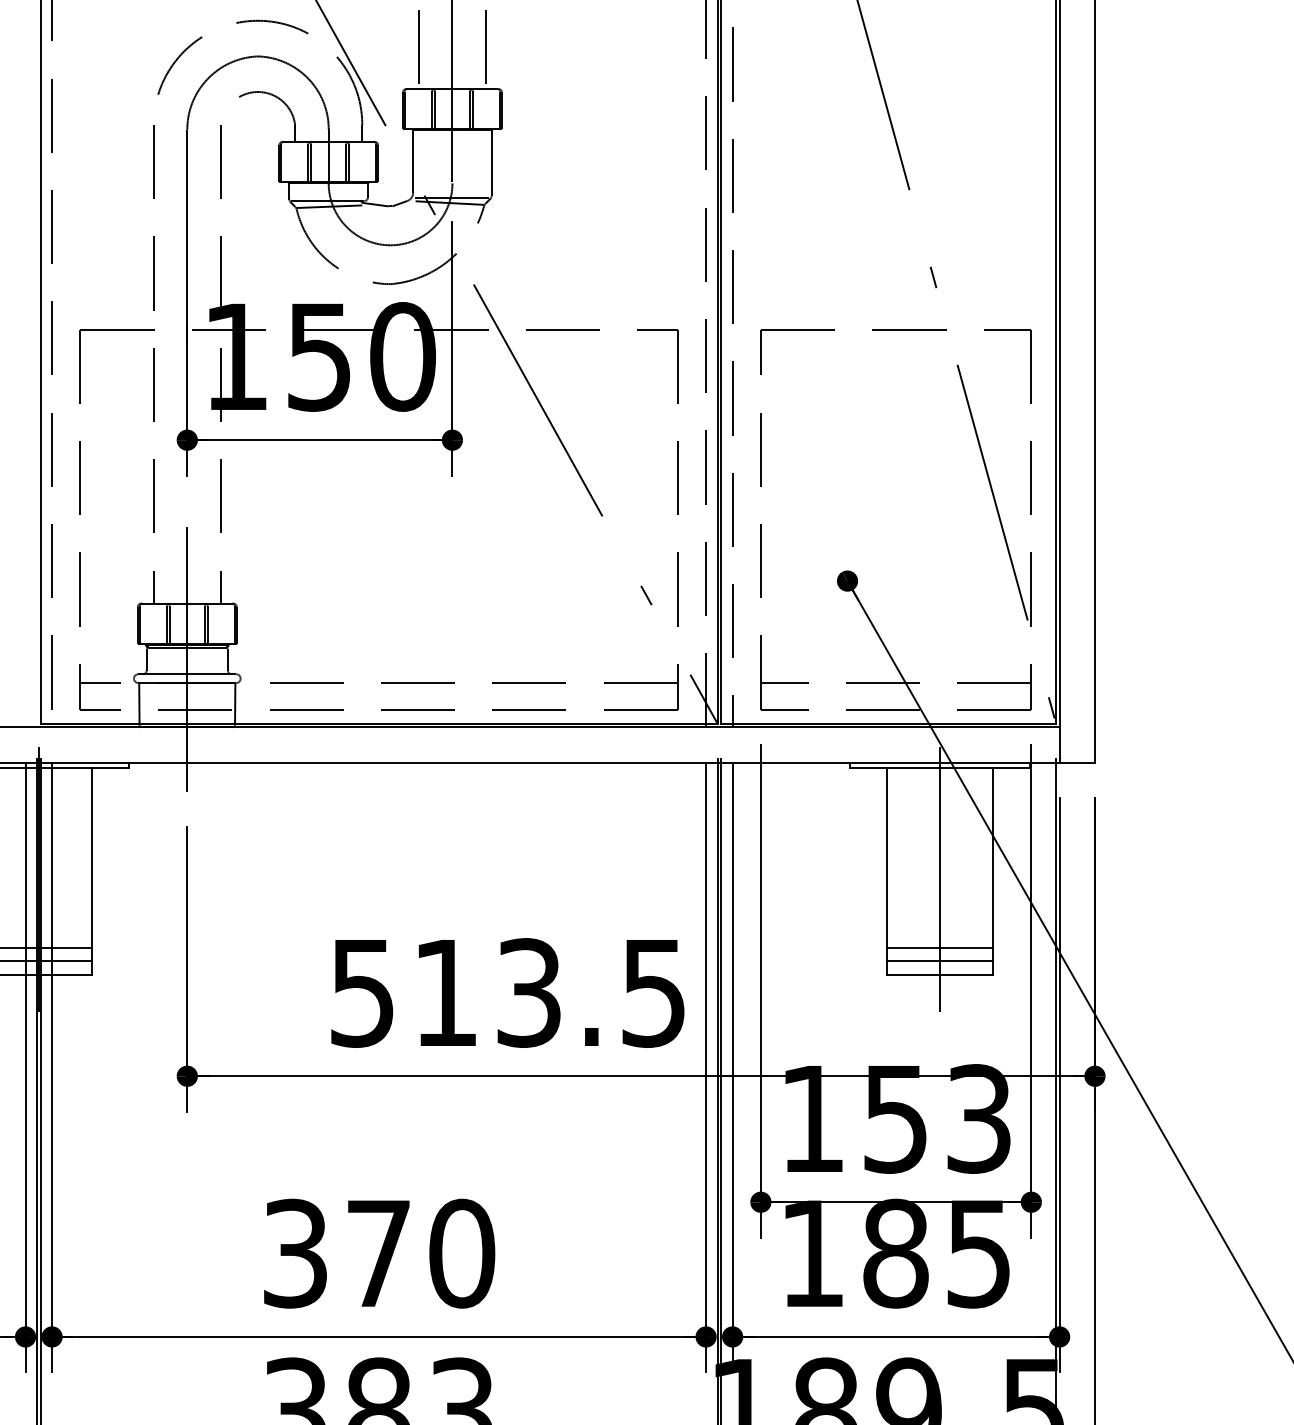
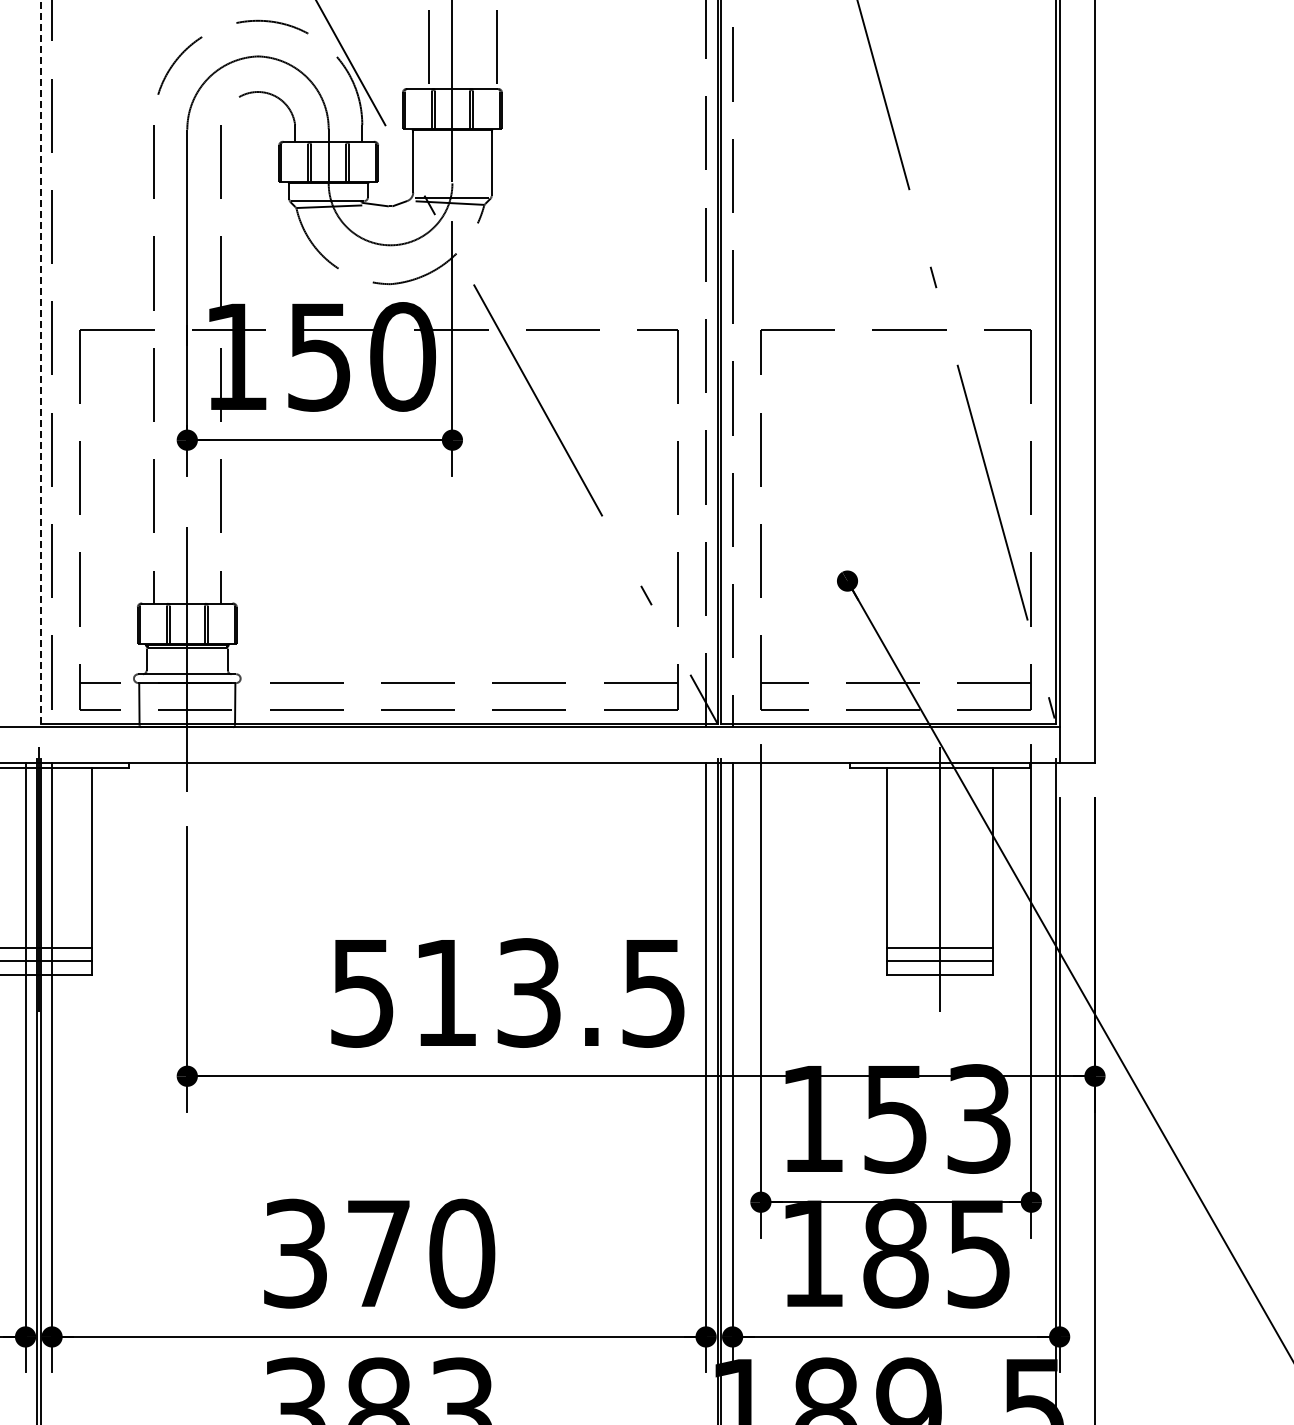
line at (418, 45) position: (418, 45) -> (428, 45)
line at (486, 45) position: (486, 45) -> (497, 45)
line at (40, 361): solid -> dashed
